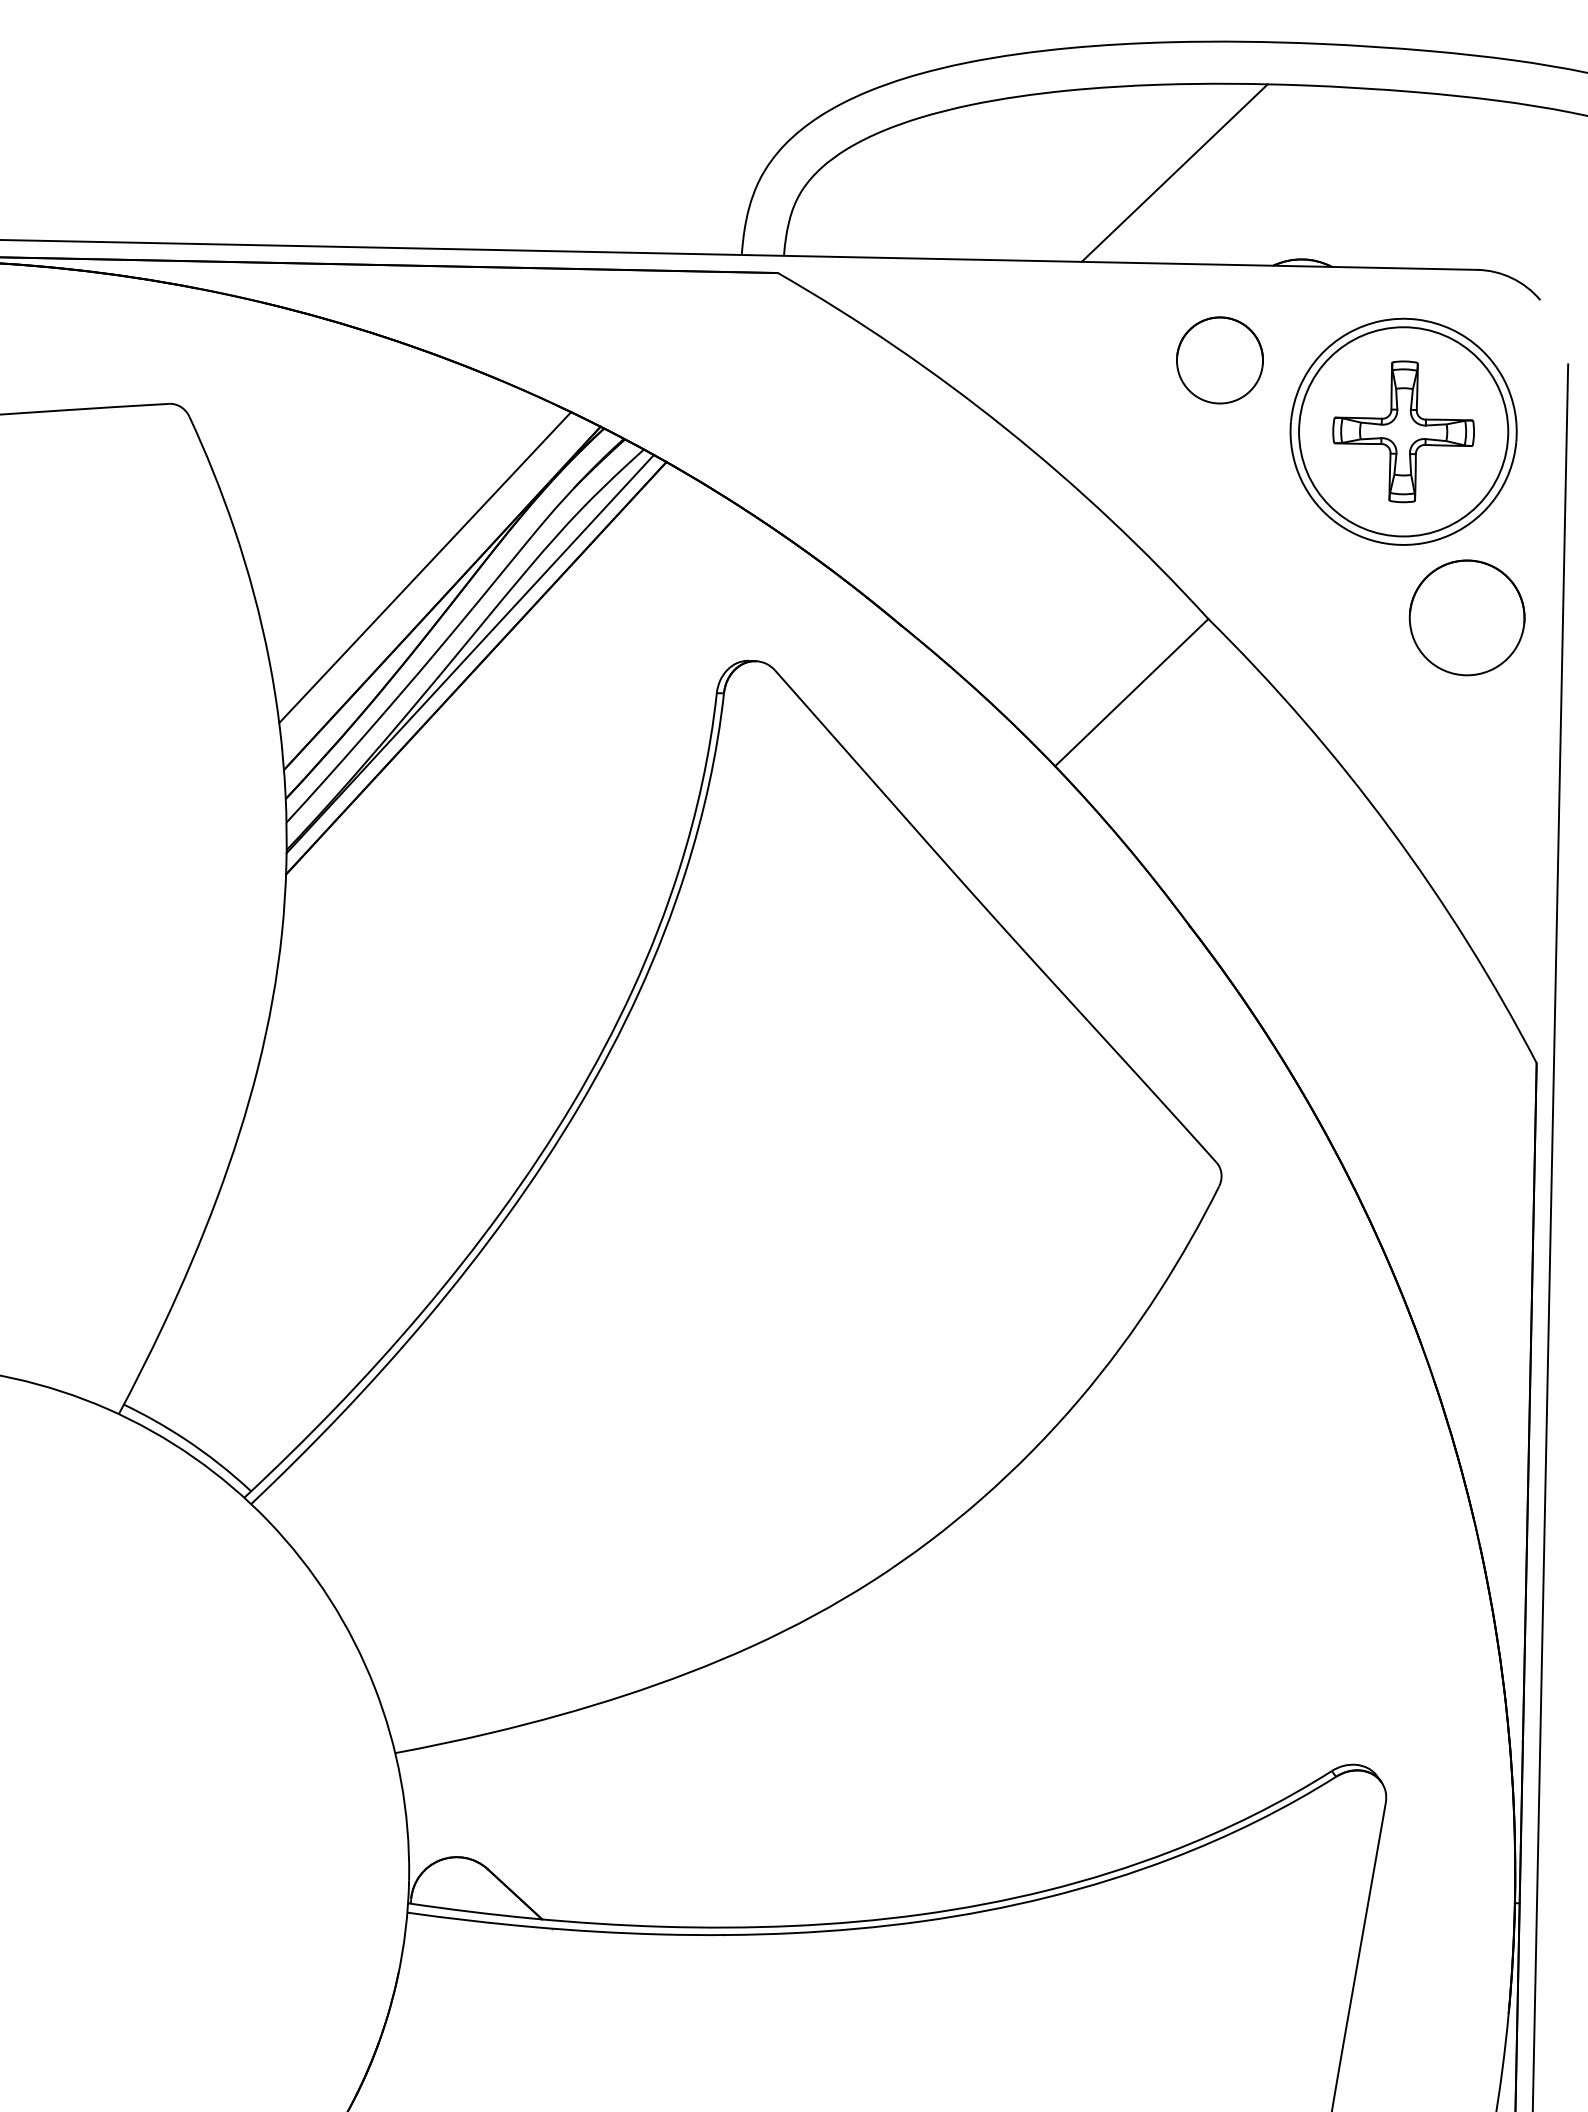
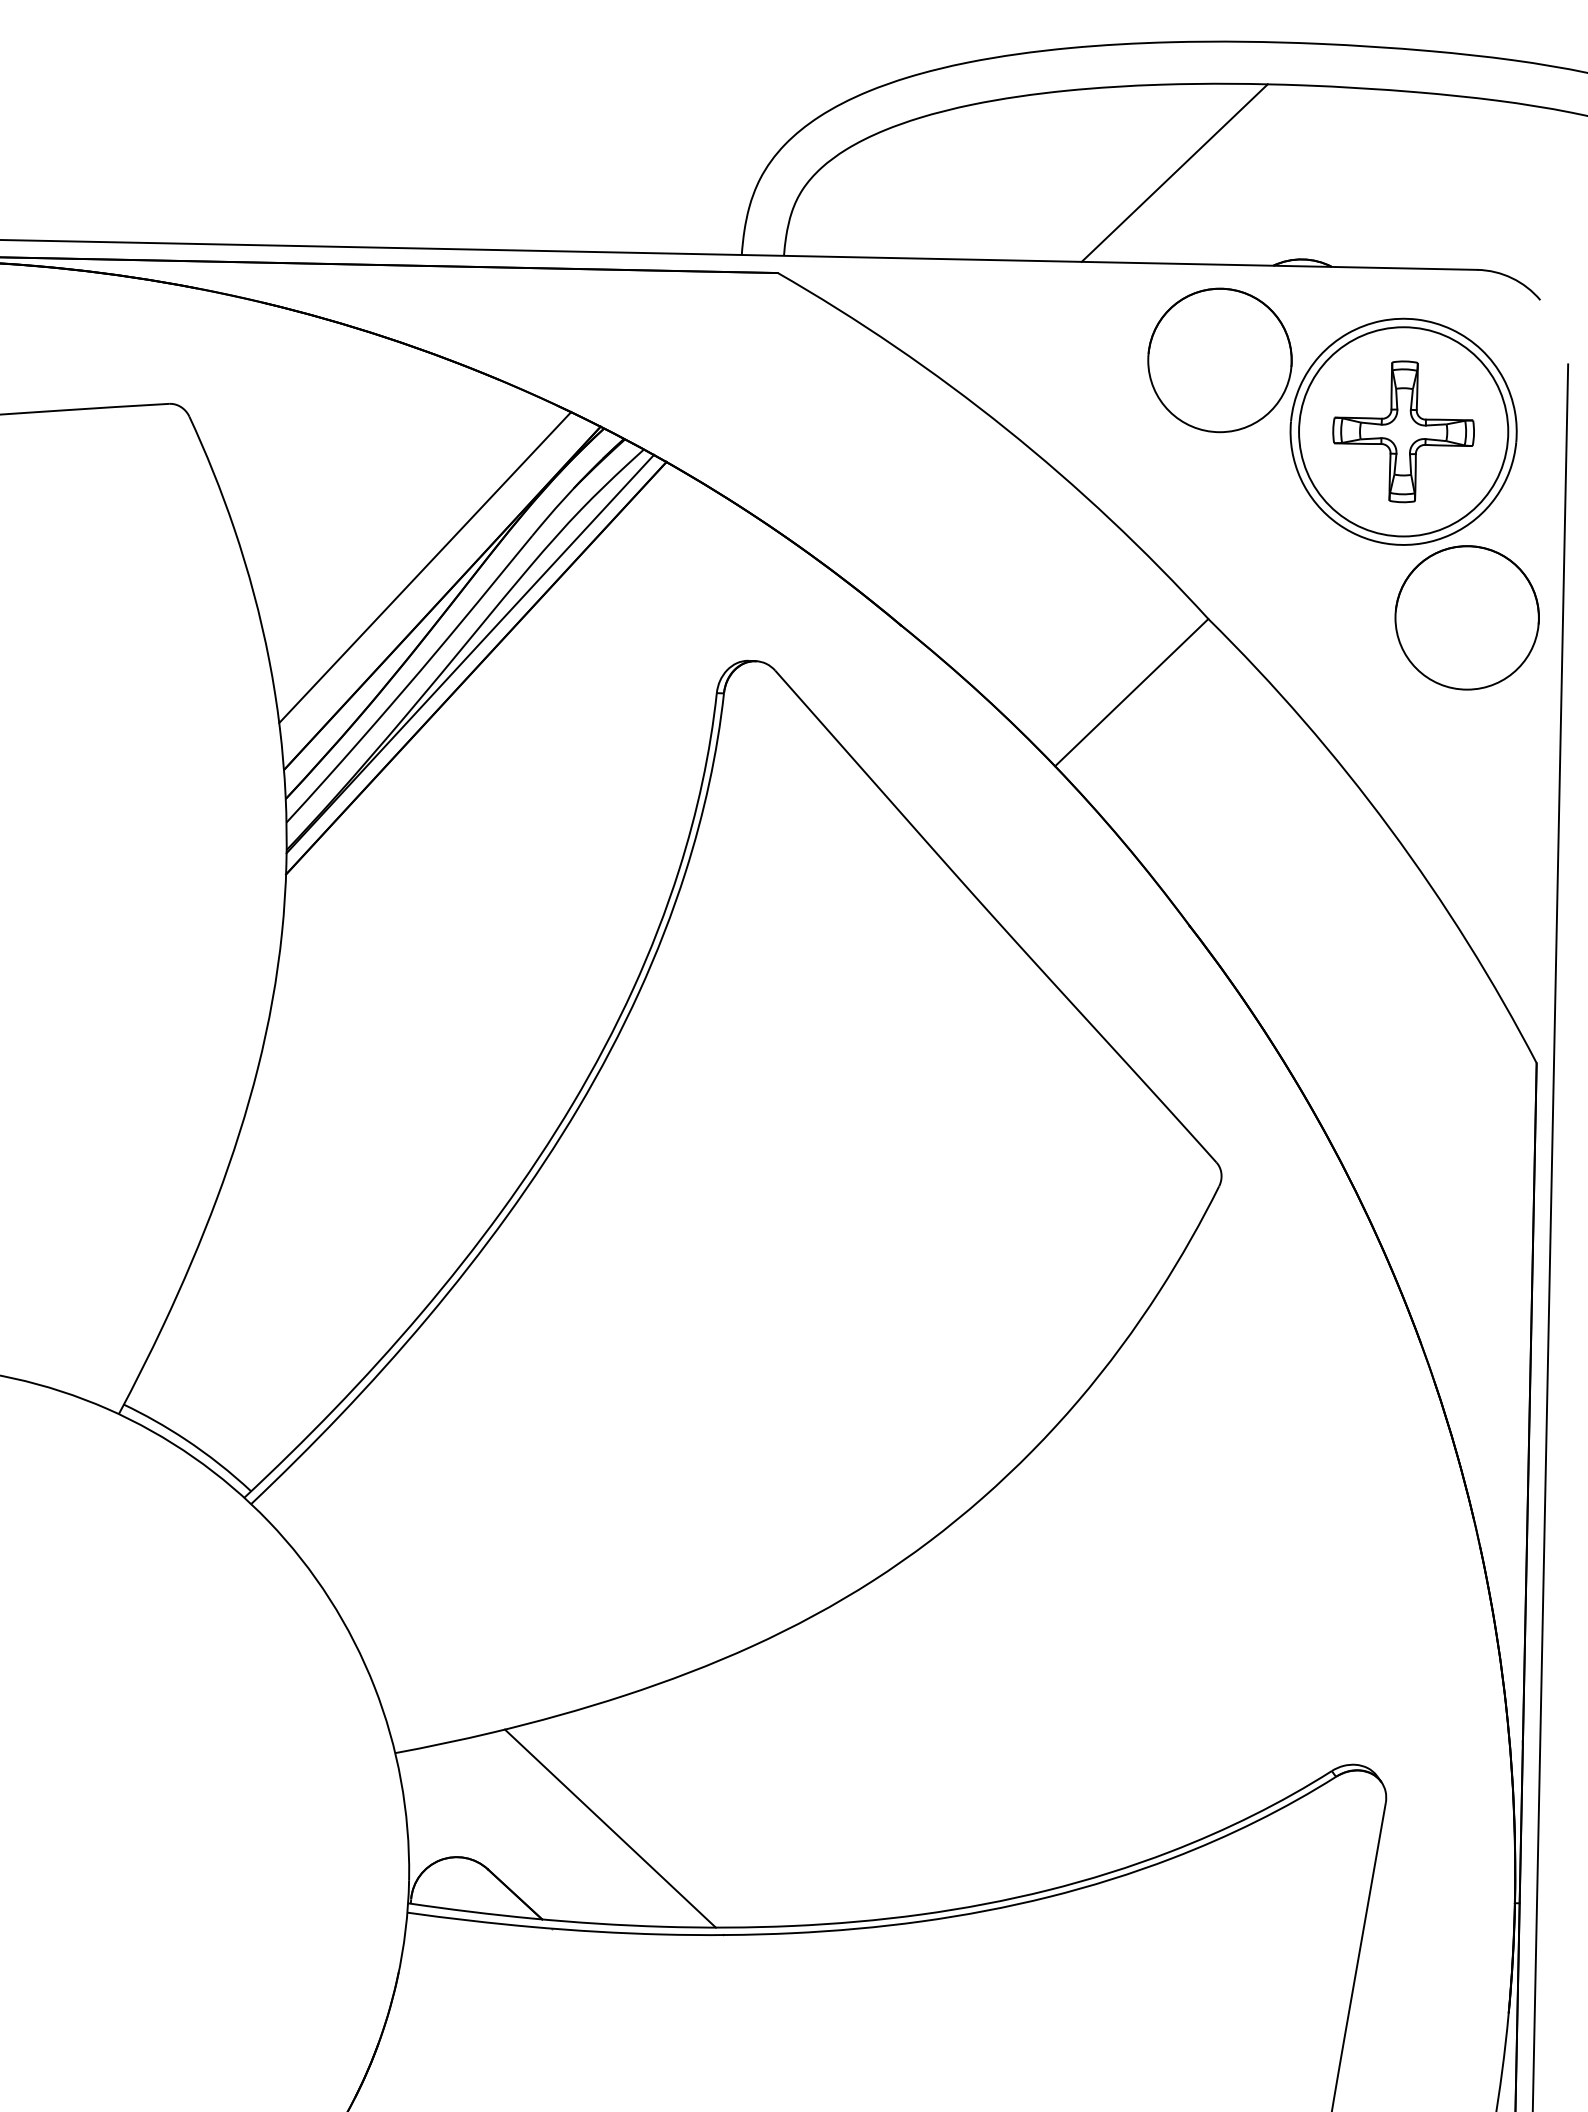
part at (1219, 360) size: 88x89 px -> 146x147 px
circle at (1466, 617) size: 118x118 px -> 146x146 px
line at (609, 1828): none -> present
